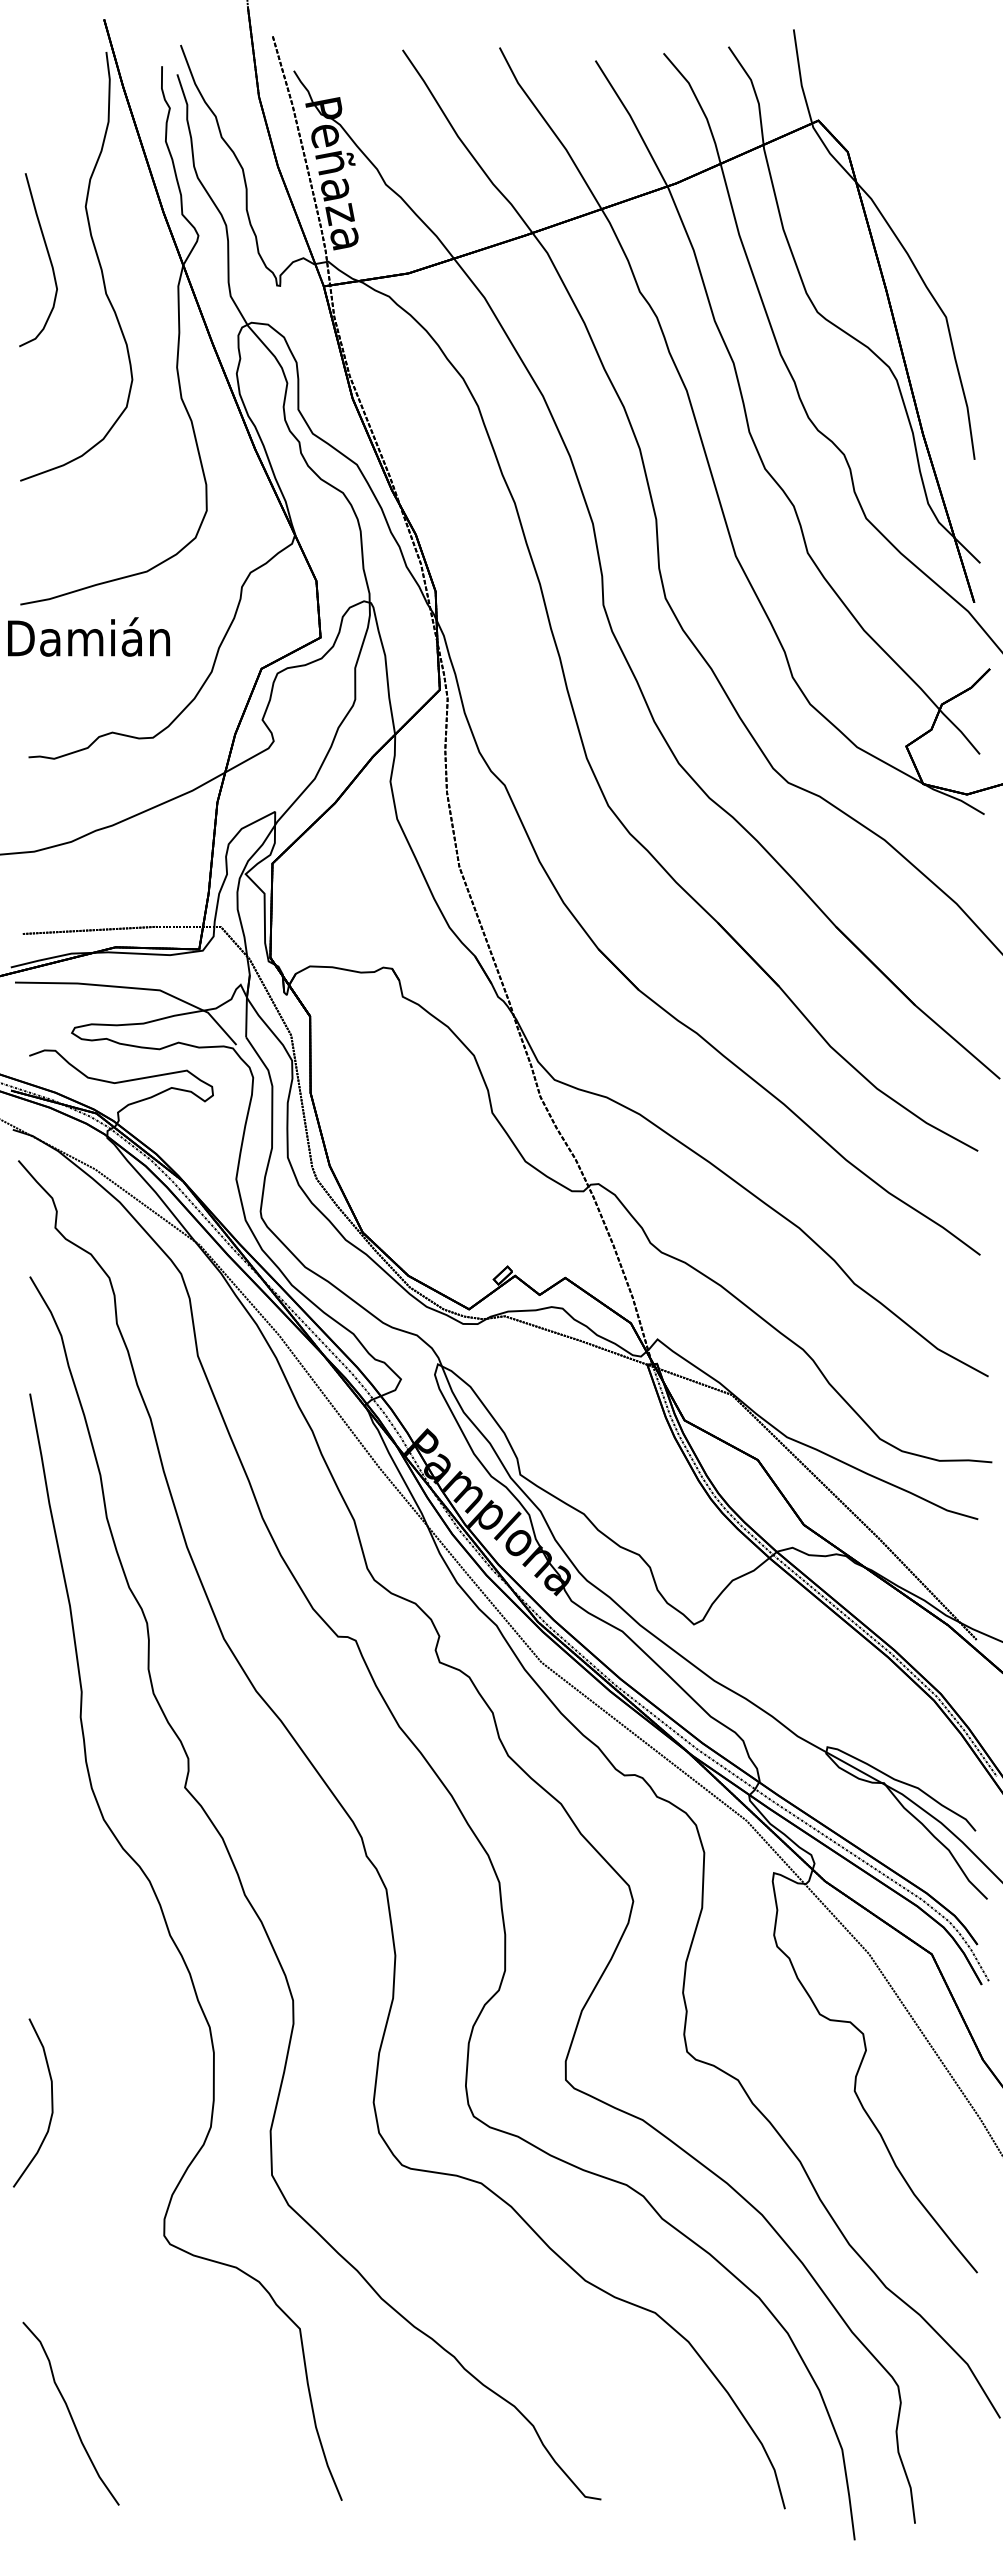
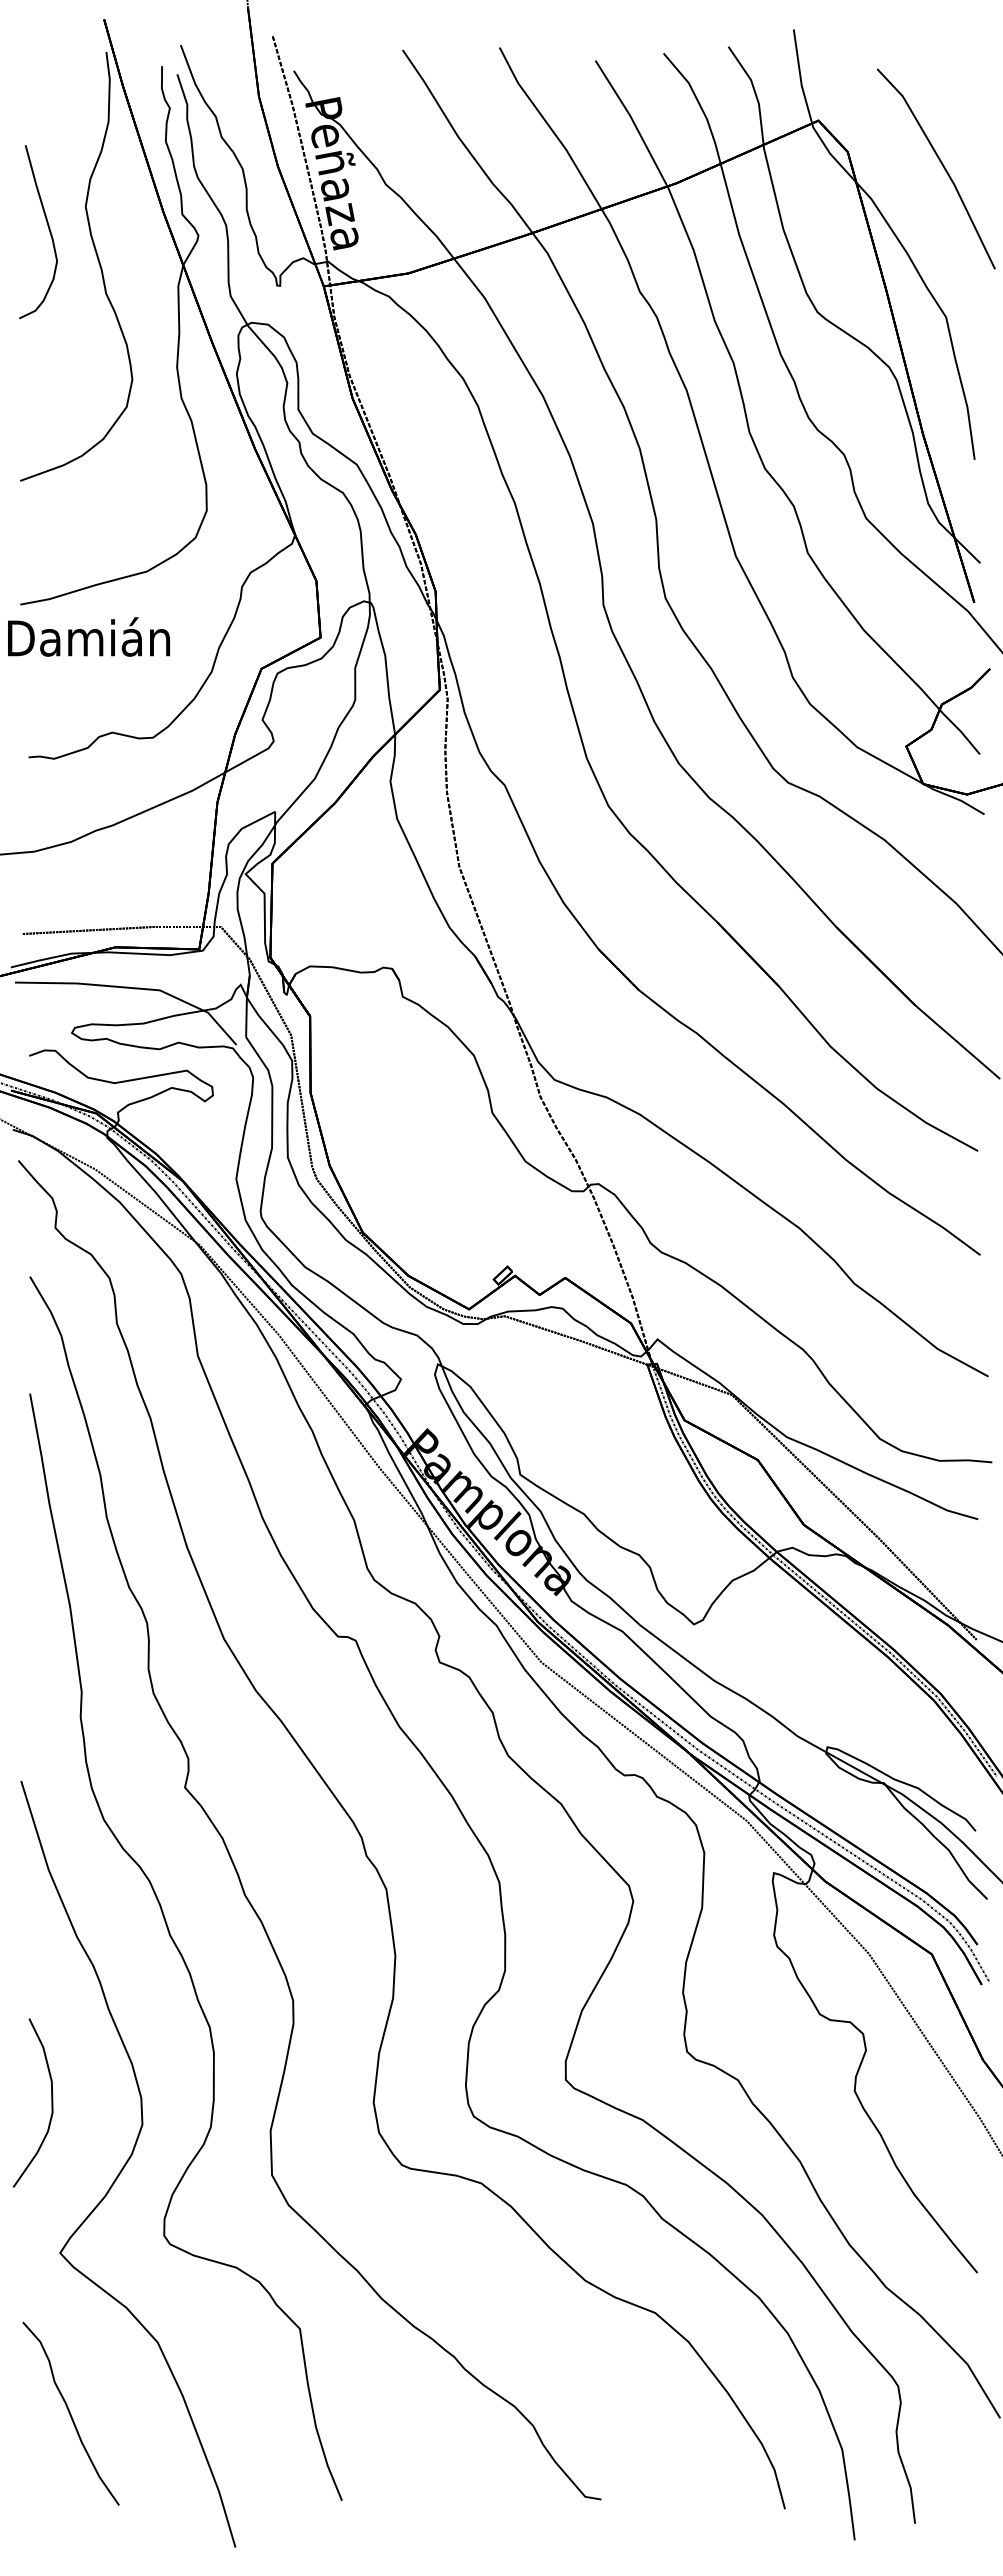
part at (940, 163): none -> present
curve at (48, 257) position: (48, 257) -> (48, 229)
curve at (127, 2163): none -> present
